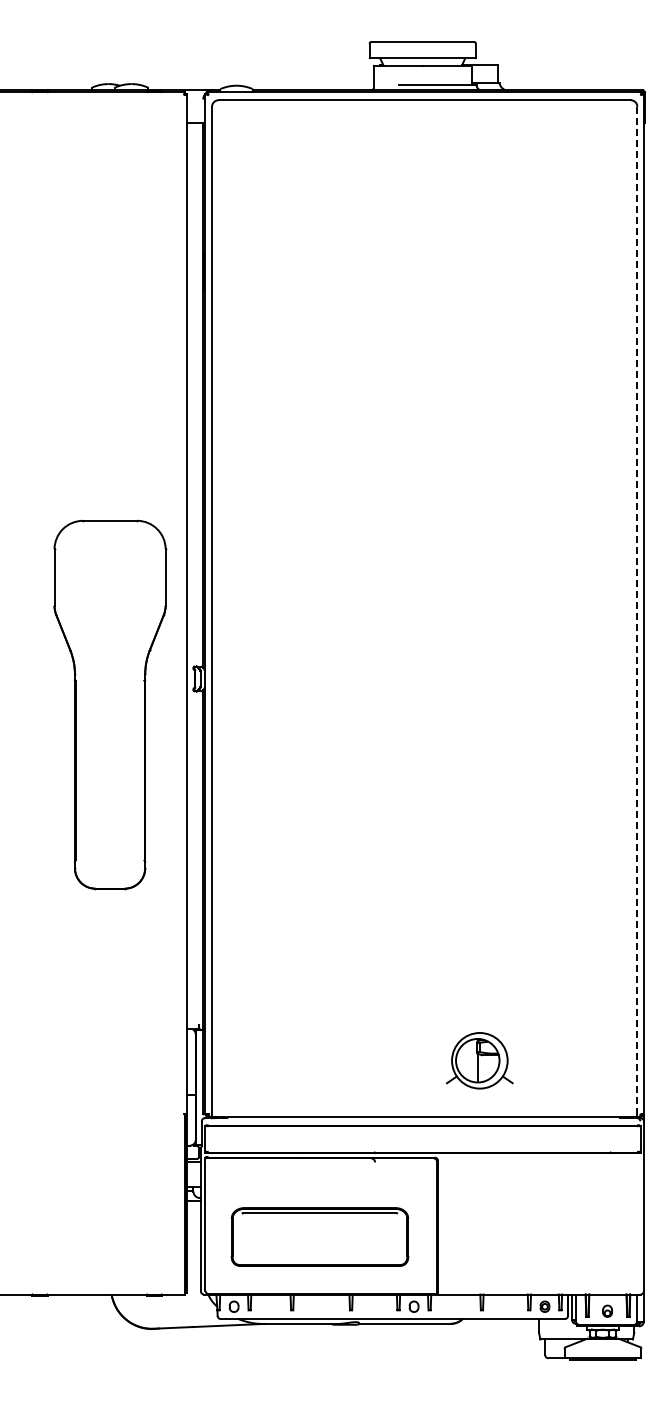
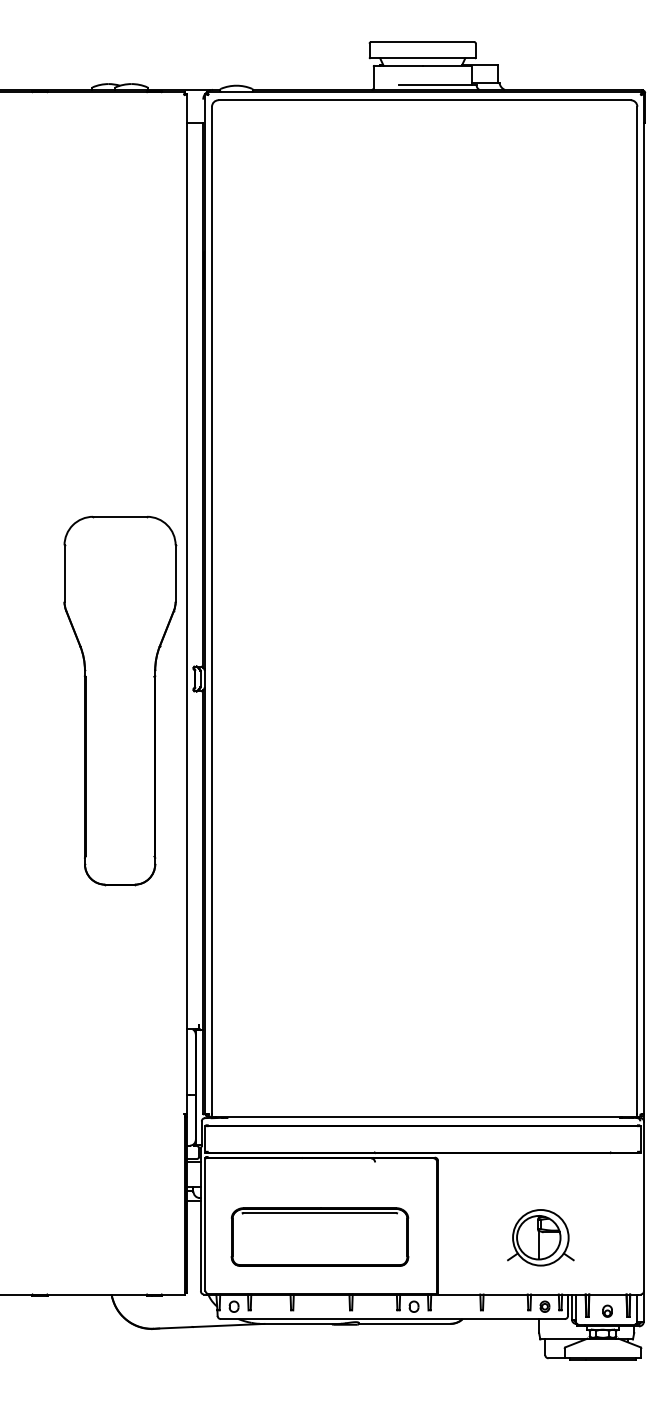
line at (637, 610): dashed -> solid
part at (110, 704) position: (110, 704) -> (120, 700)
part at (479, 1060) position: (479, 1060) -> (540, 1237)
